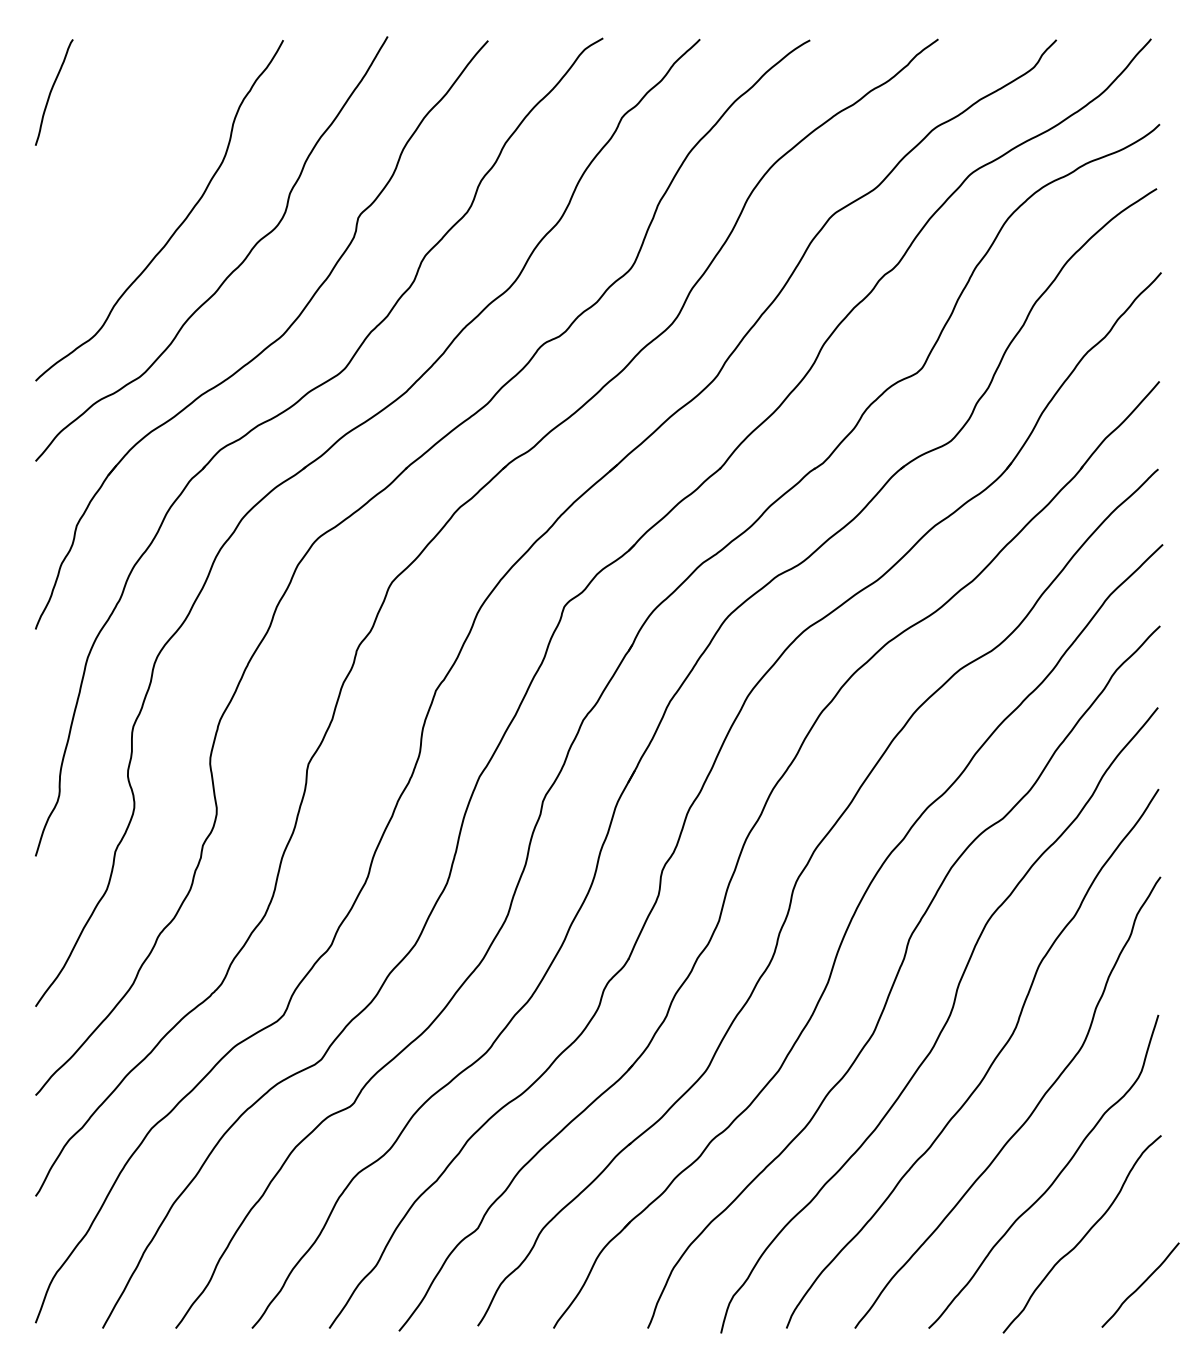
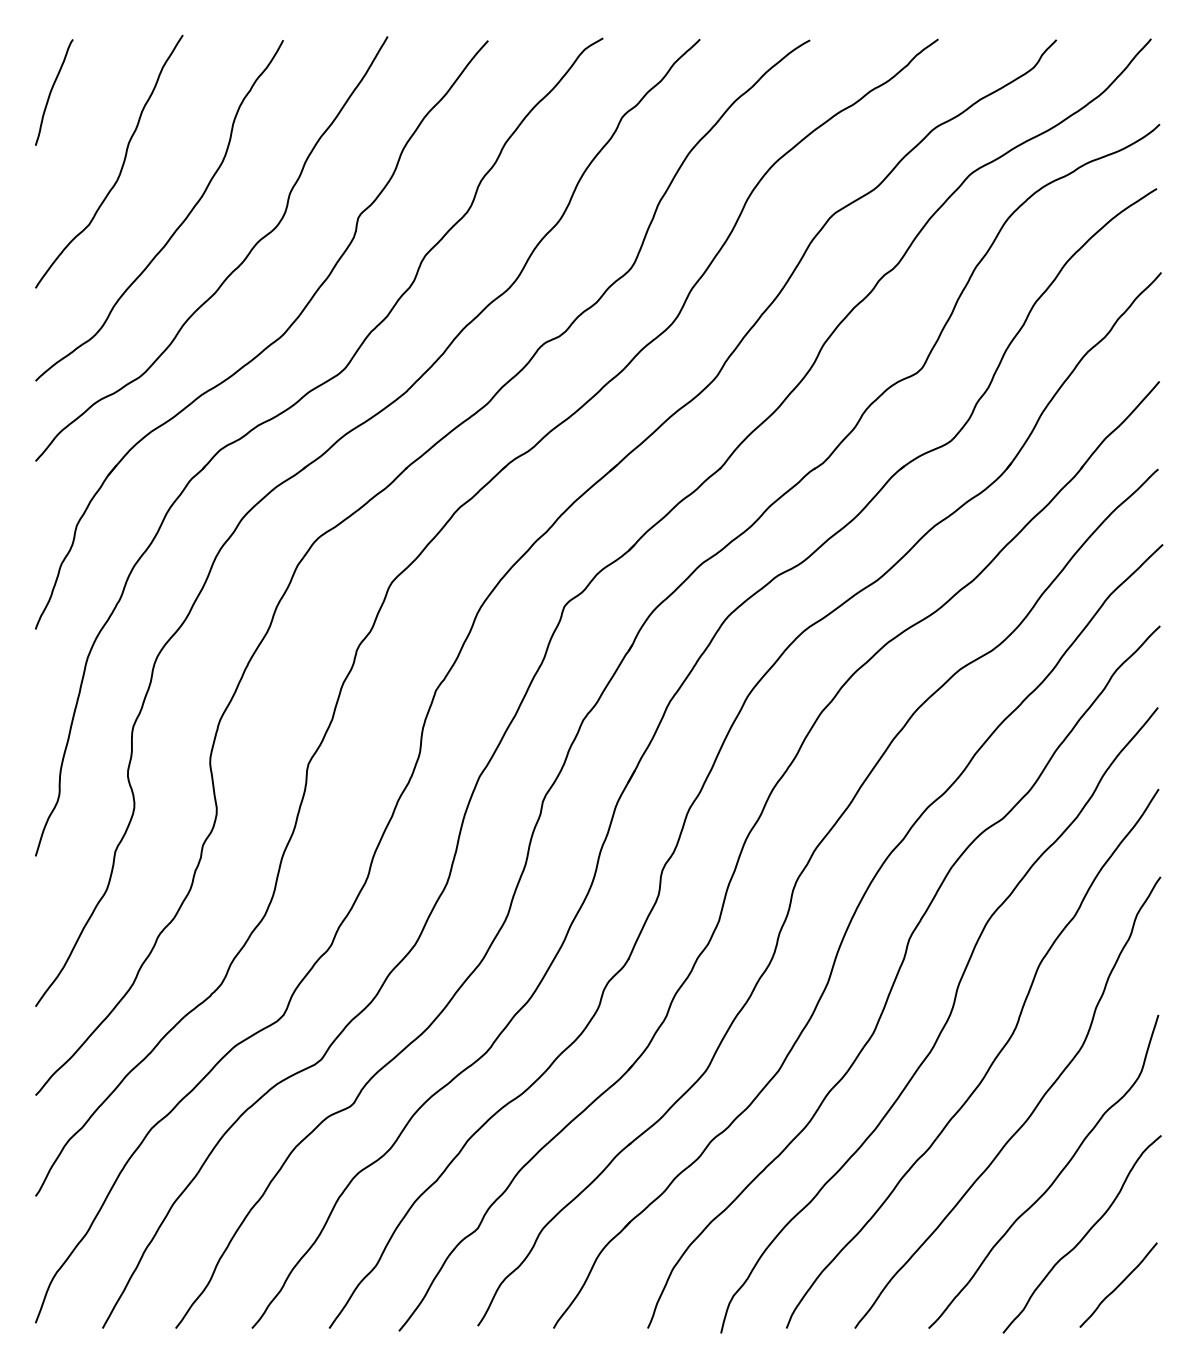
curve at (121, 166): none -> present
curve at (1140, 1284) position: (1140, 1284) -> (1118, 1284)
